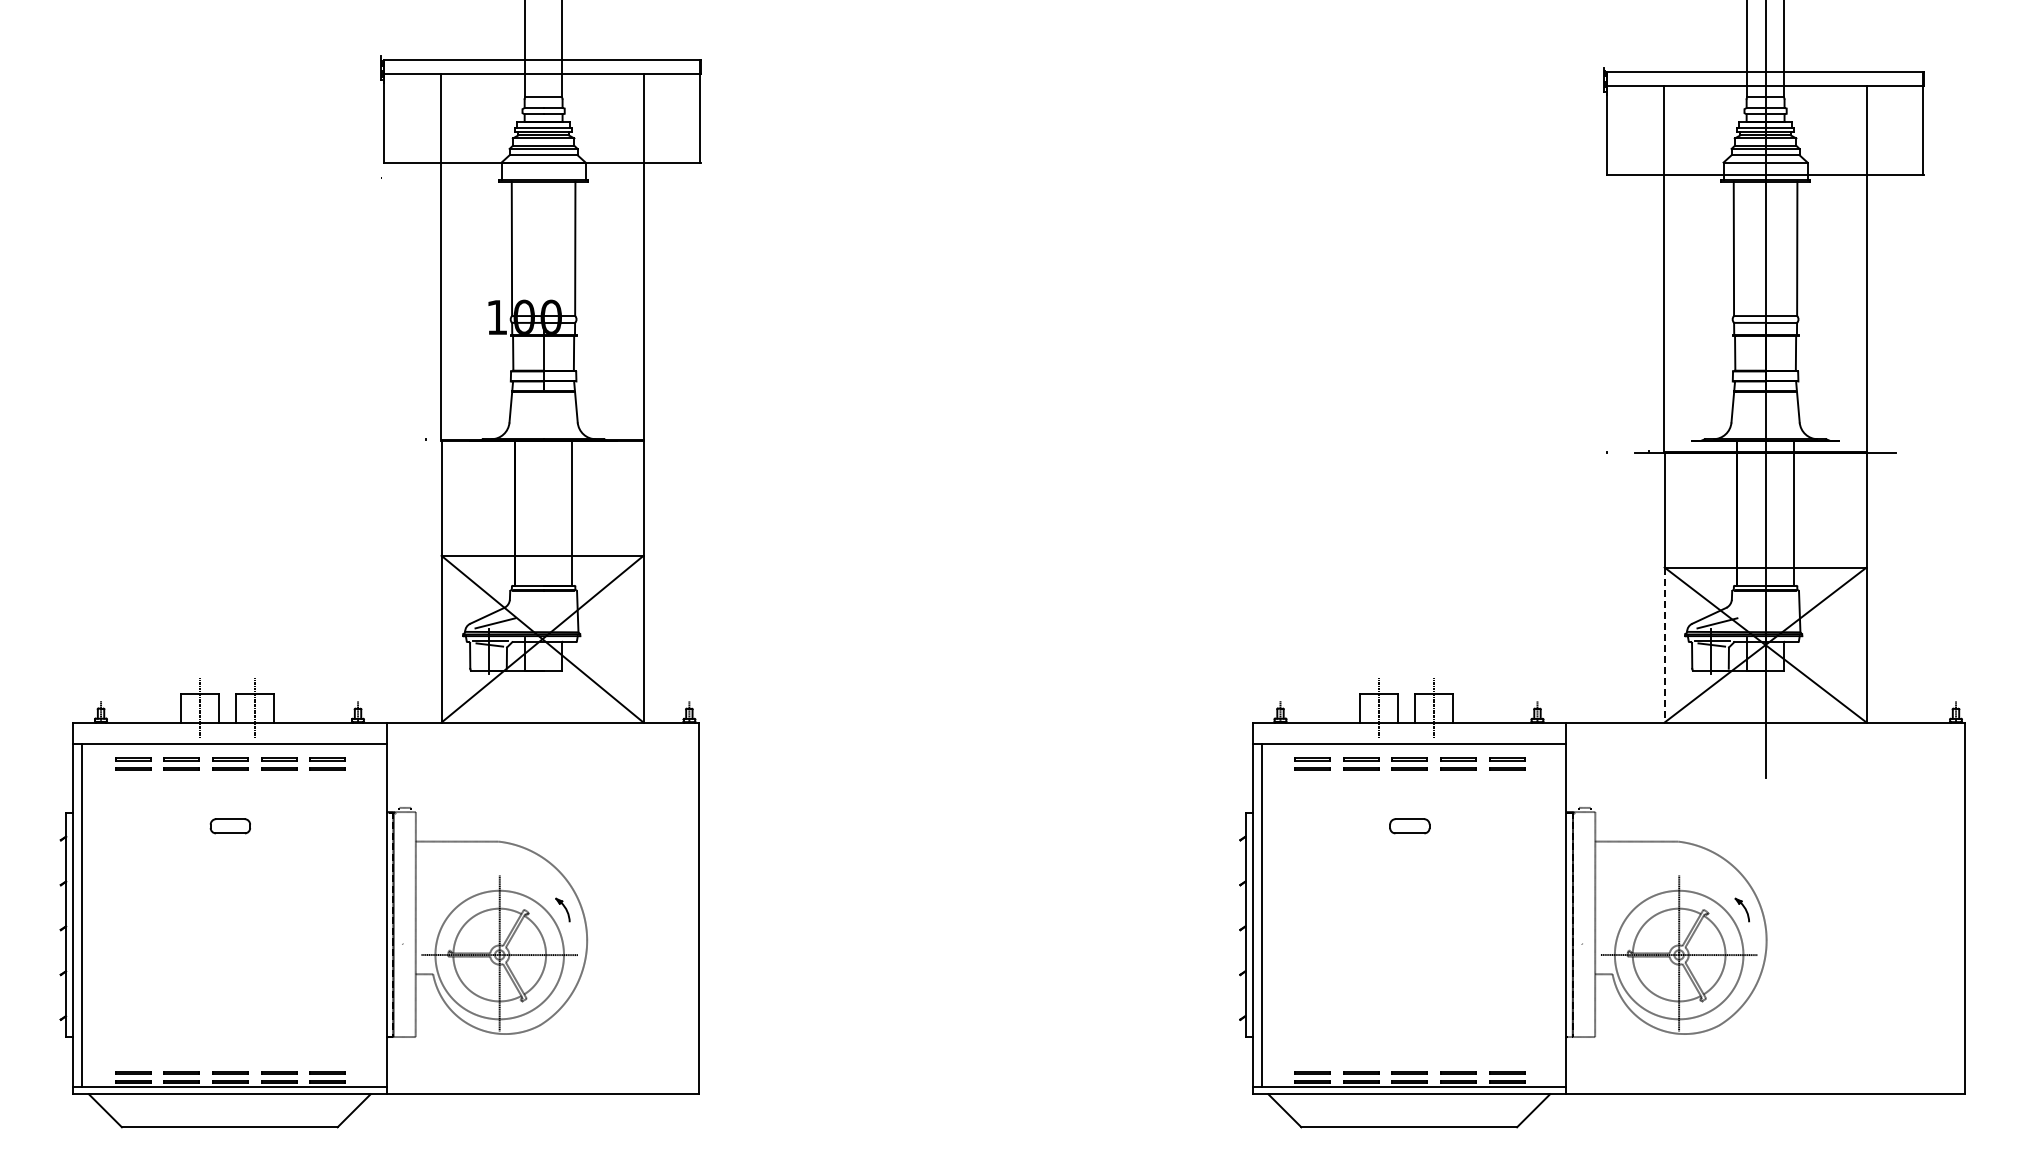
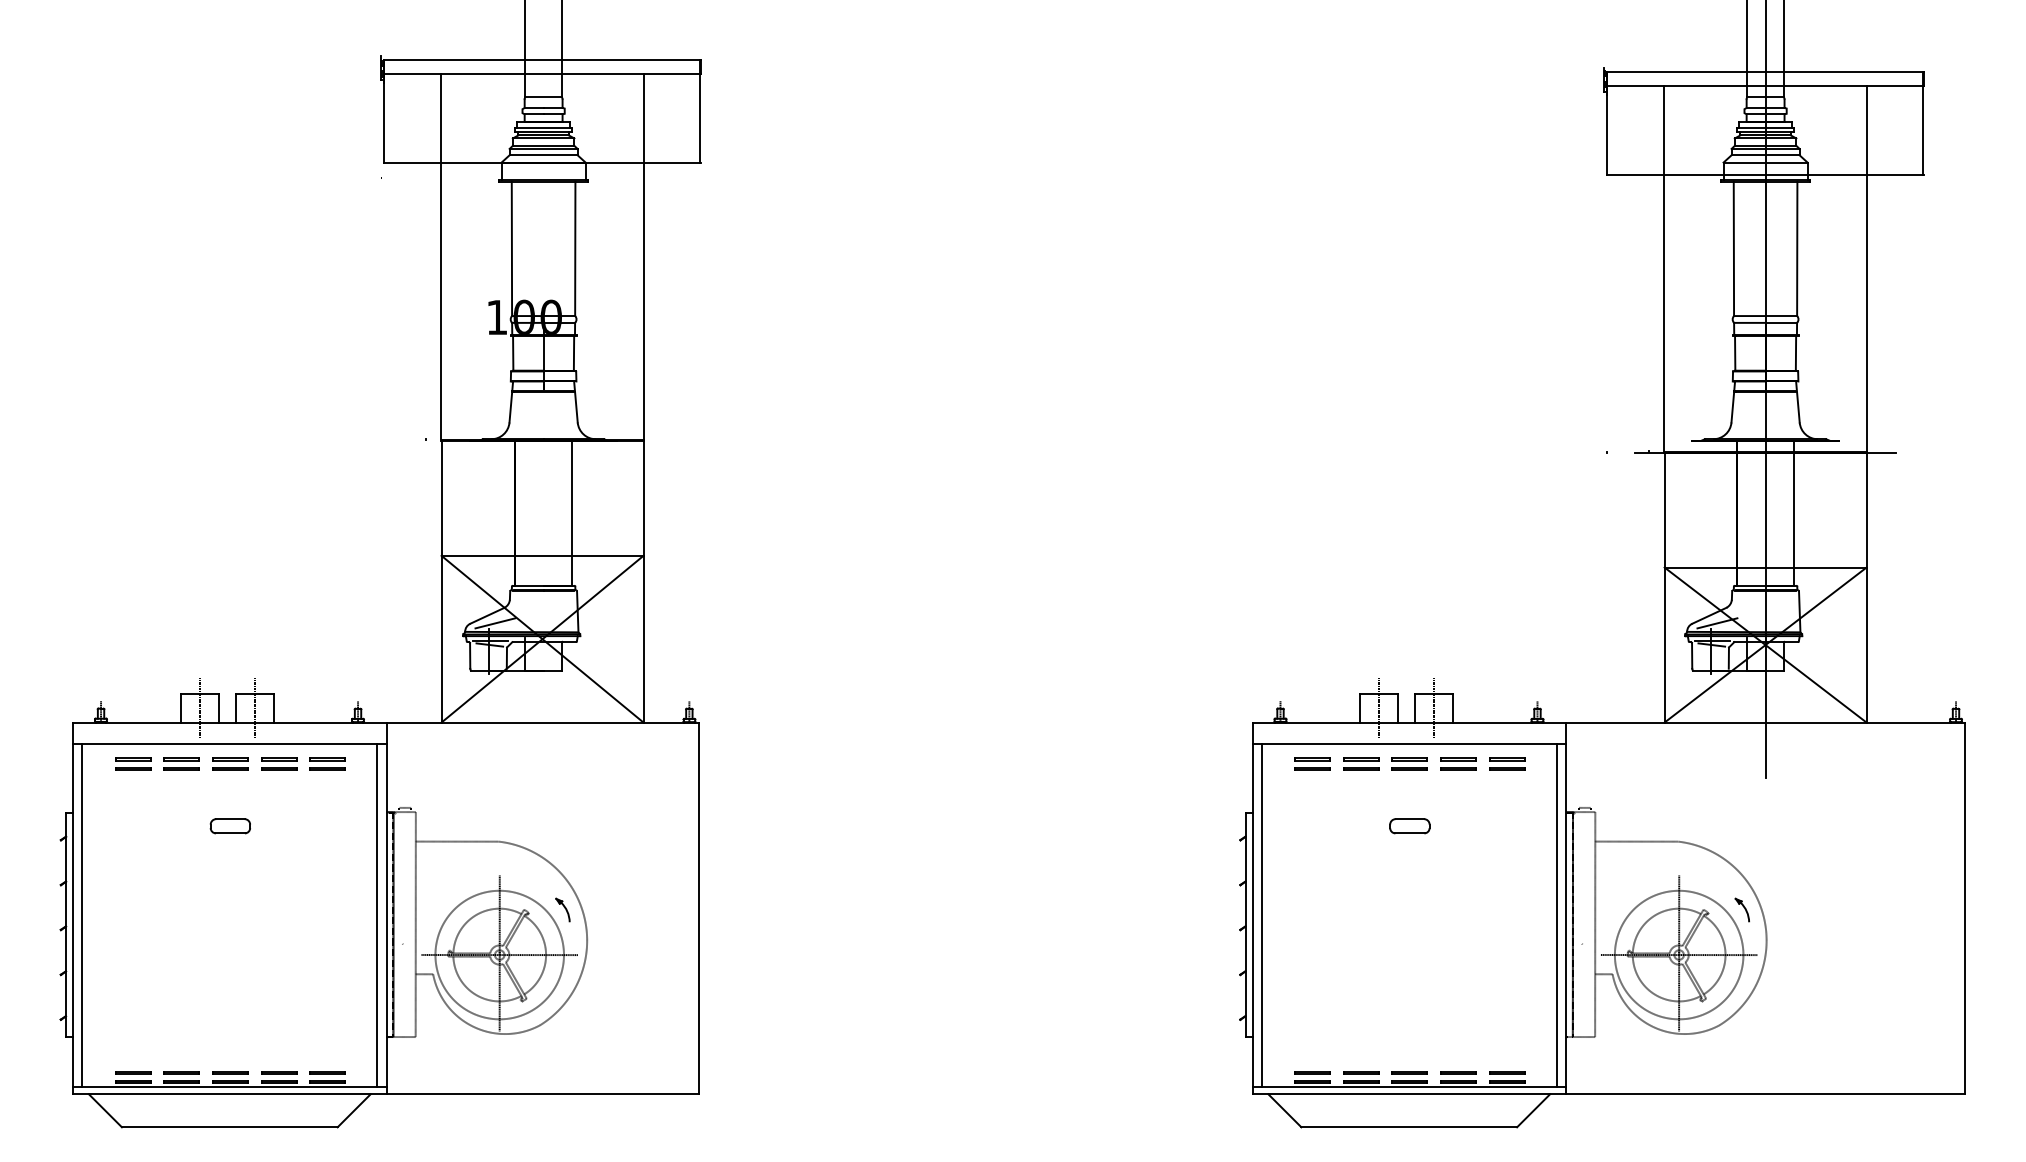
line at (1664, 645): dashed -> solid
line at (377, 915): none -> present
line at (1556, 915): none -> present
